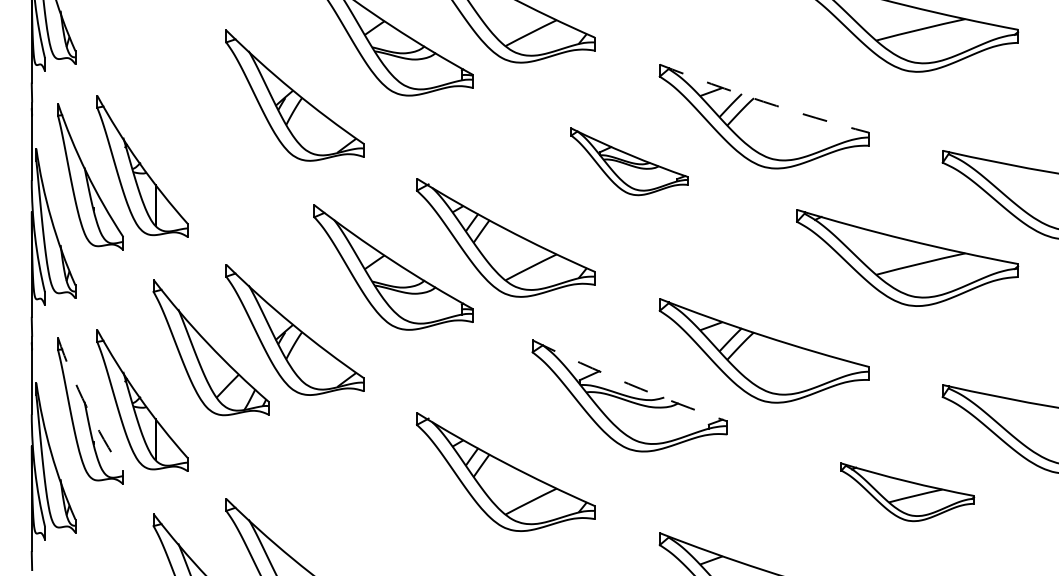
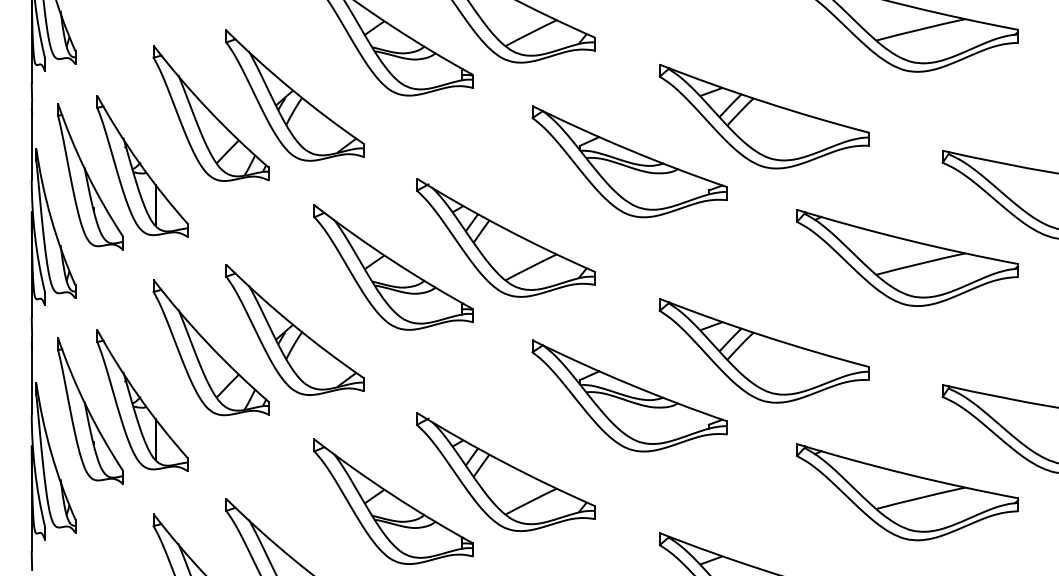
arc at (763, 101): dashed -> solid
part at (210, 113): none -> present
part at (629, 161) size: 119x70 px -> 197x114 px
arc at (628, 383): dashed -> solid
arc at (86, 406): dashed -> solid
part at (907, 492) size: 136x61 px -> 224x99 px
part at (393, 501): none -> present
